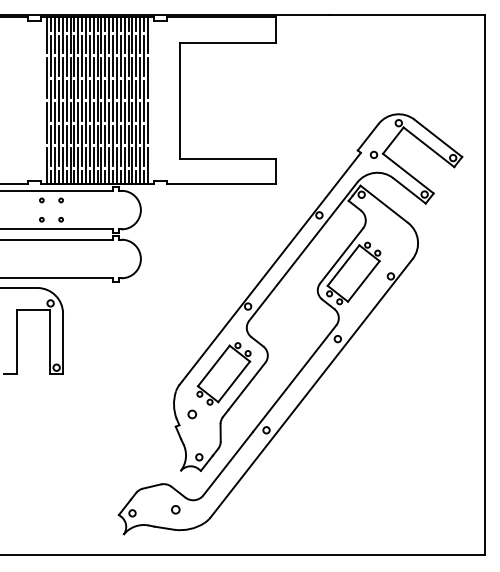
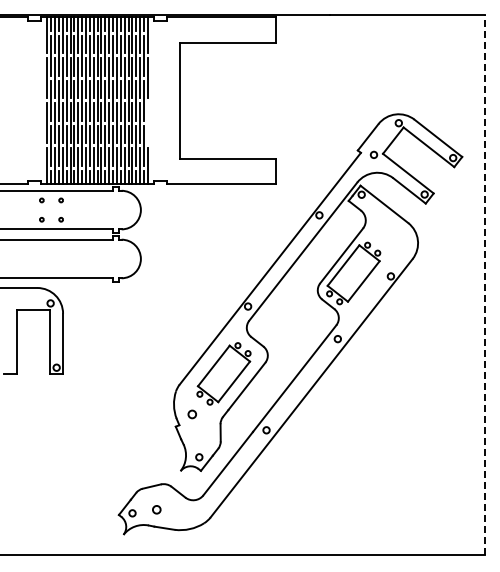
line at (147, 123): present -> none
line at (484, 284): solid -> dashed
circle at (175, 509) position: (175, 509) -> (156, 509)
